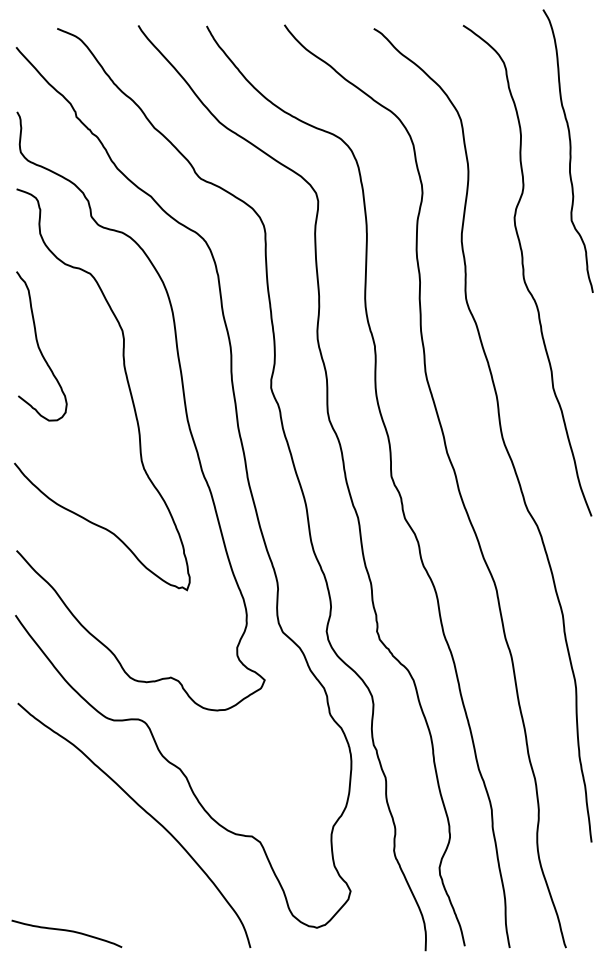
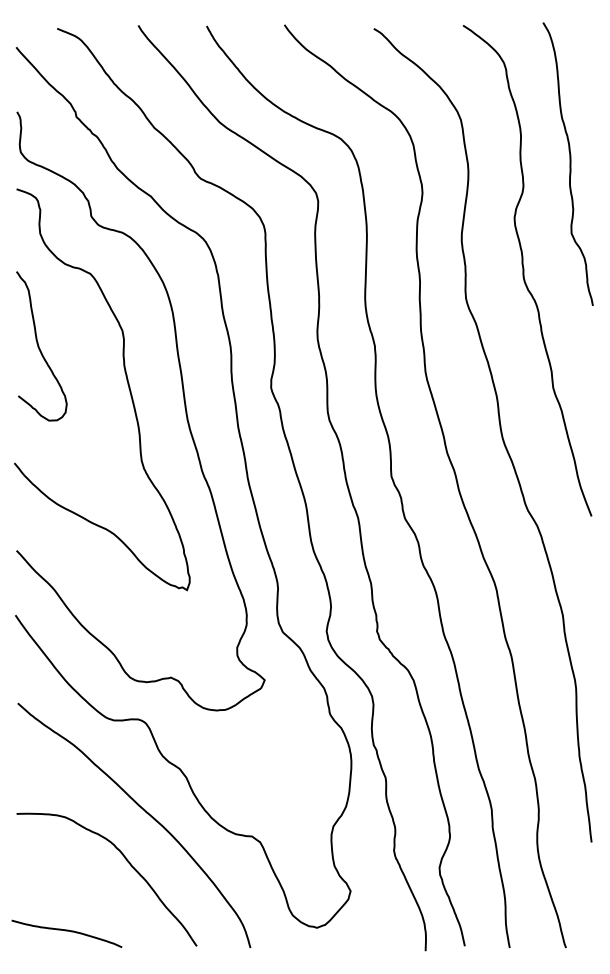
curve at (569, 150) position: (569, 150) -> (569, 163)
curve at (127, 862): none -> present
